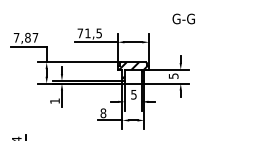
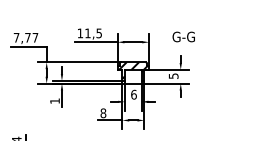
text at (183, 18) position: (183, 18) -> (183, 36)
text at (79, 33): 71,5 -> 11,5
text at (27, 37): 7,87 -> 7,77
text at (133, 94): 5 -> 6
